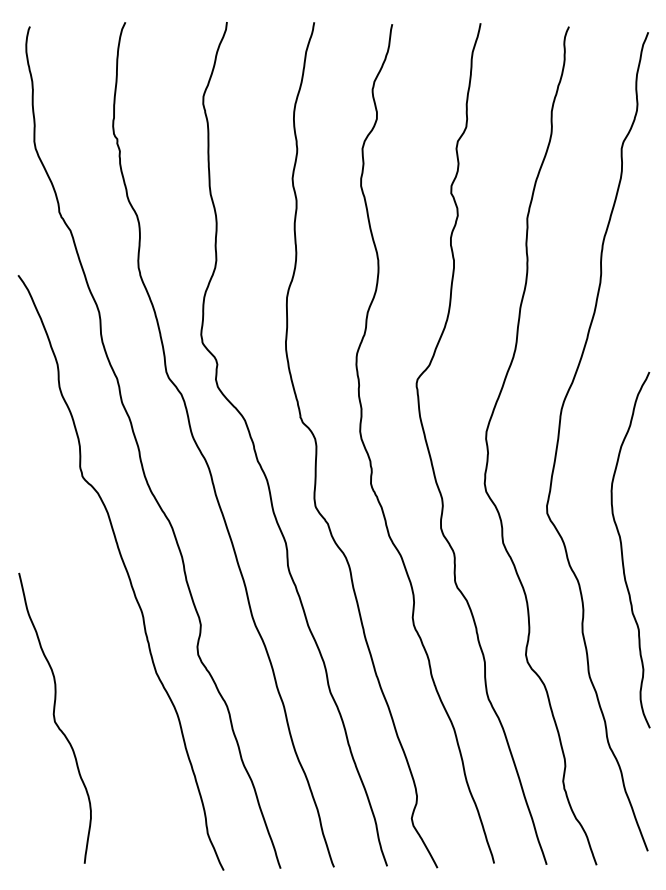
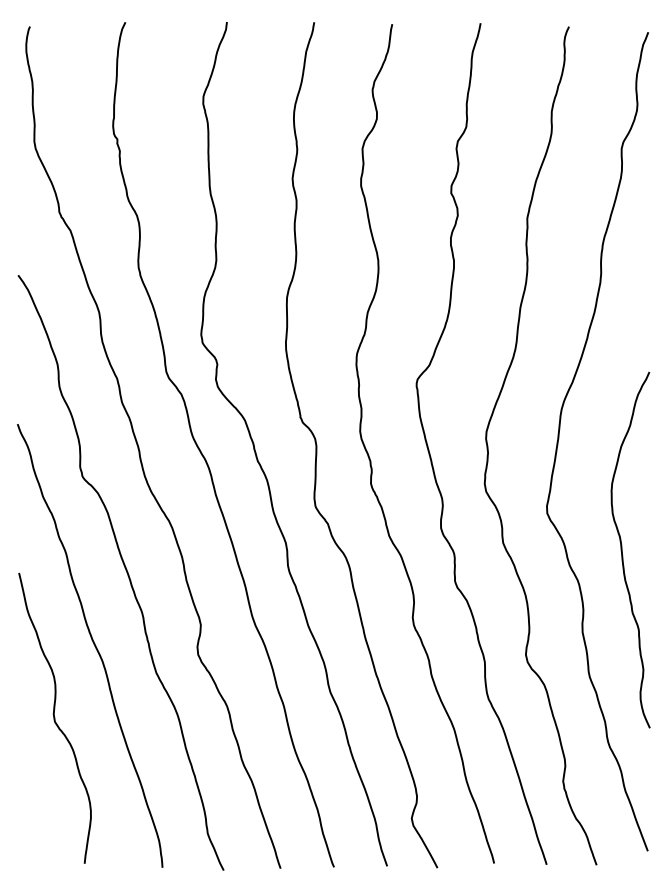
curve at (93, 644): none -> present
